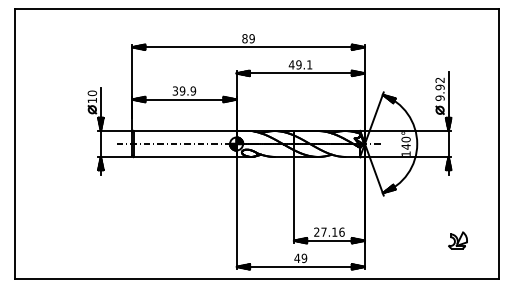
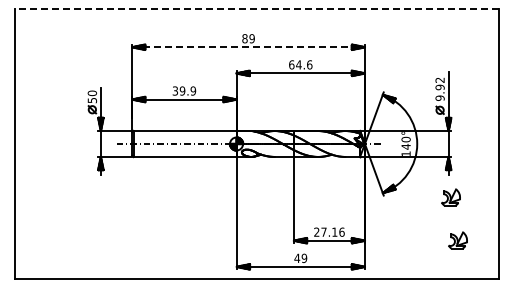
line at (257, 8): solid -> dashed
line at (249, 47): solid -> dashed
text at (300, 64): 49.1 -> 64.6
text at (92, 100): 10 -> 50
part at (450, 197): none -> present
